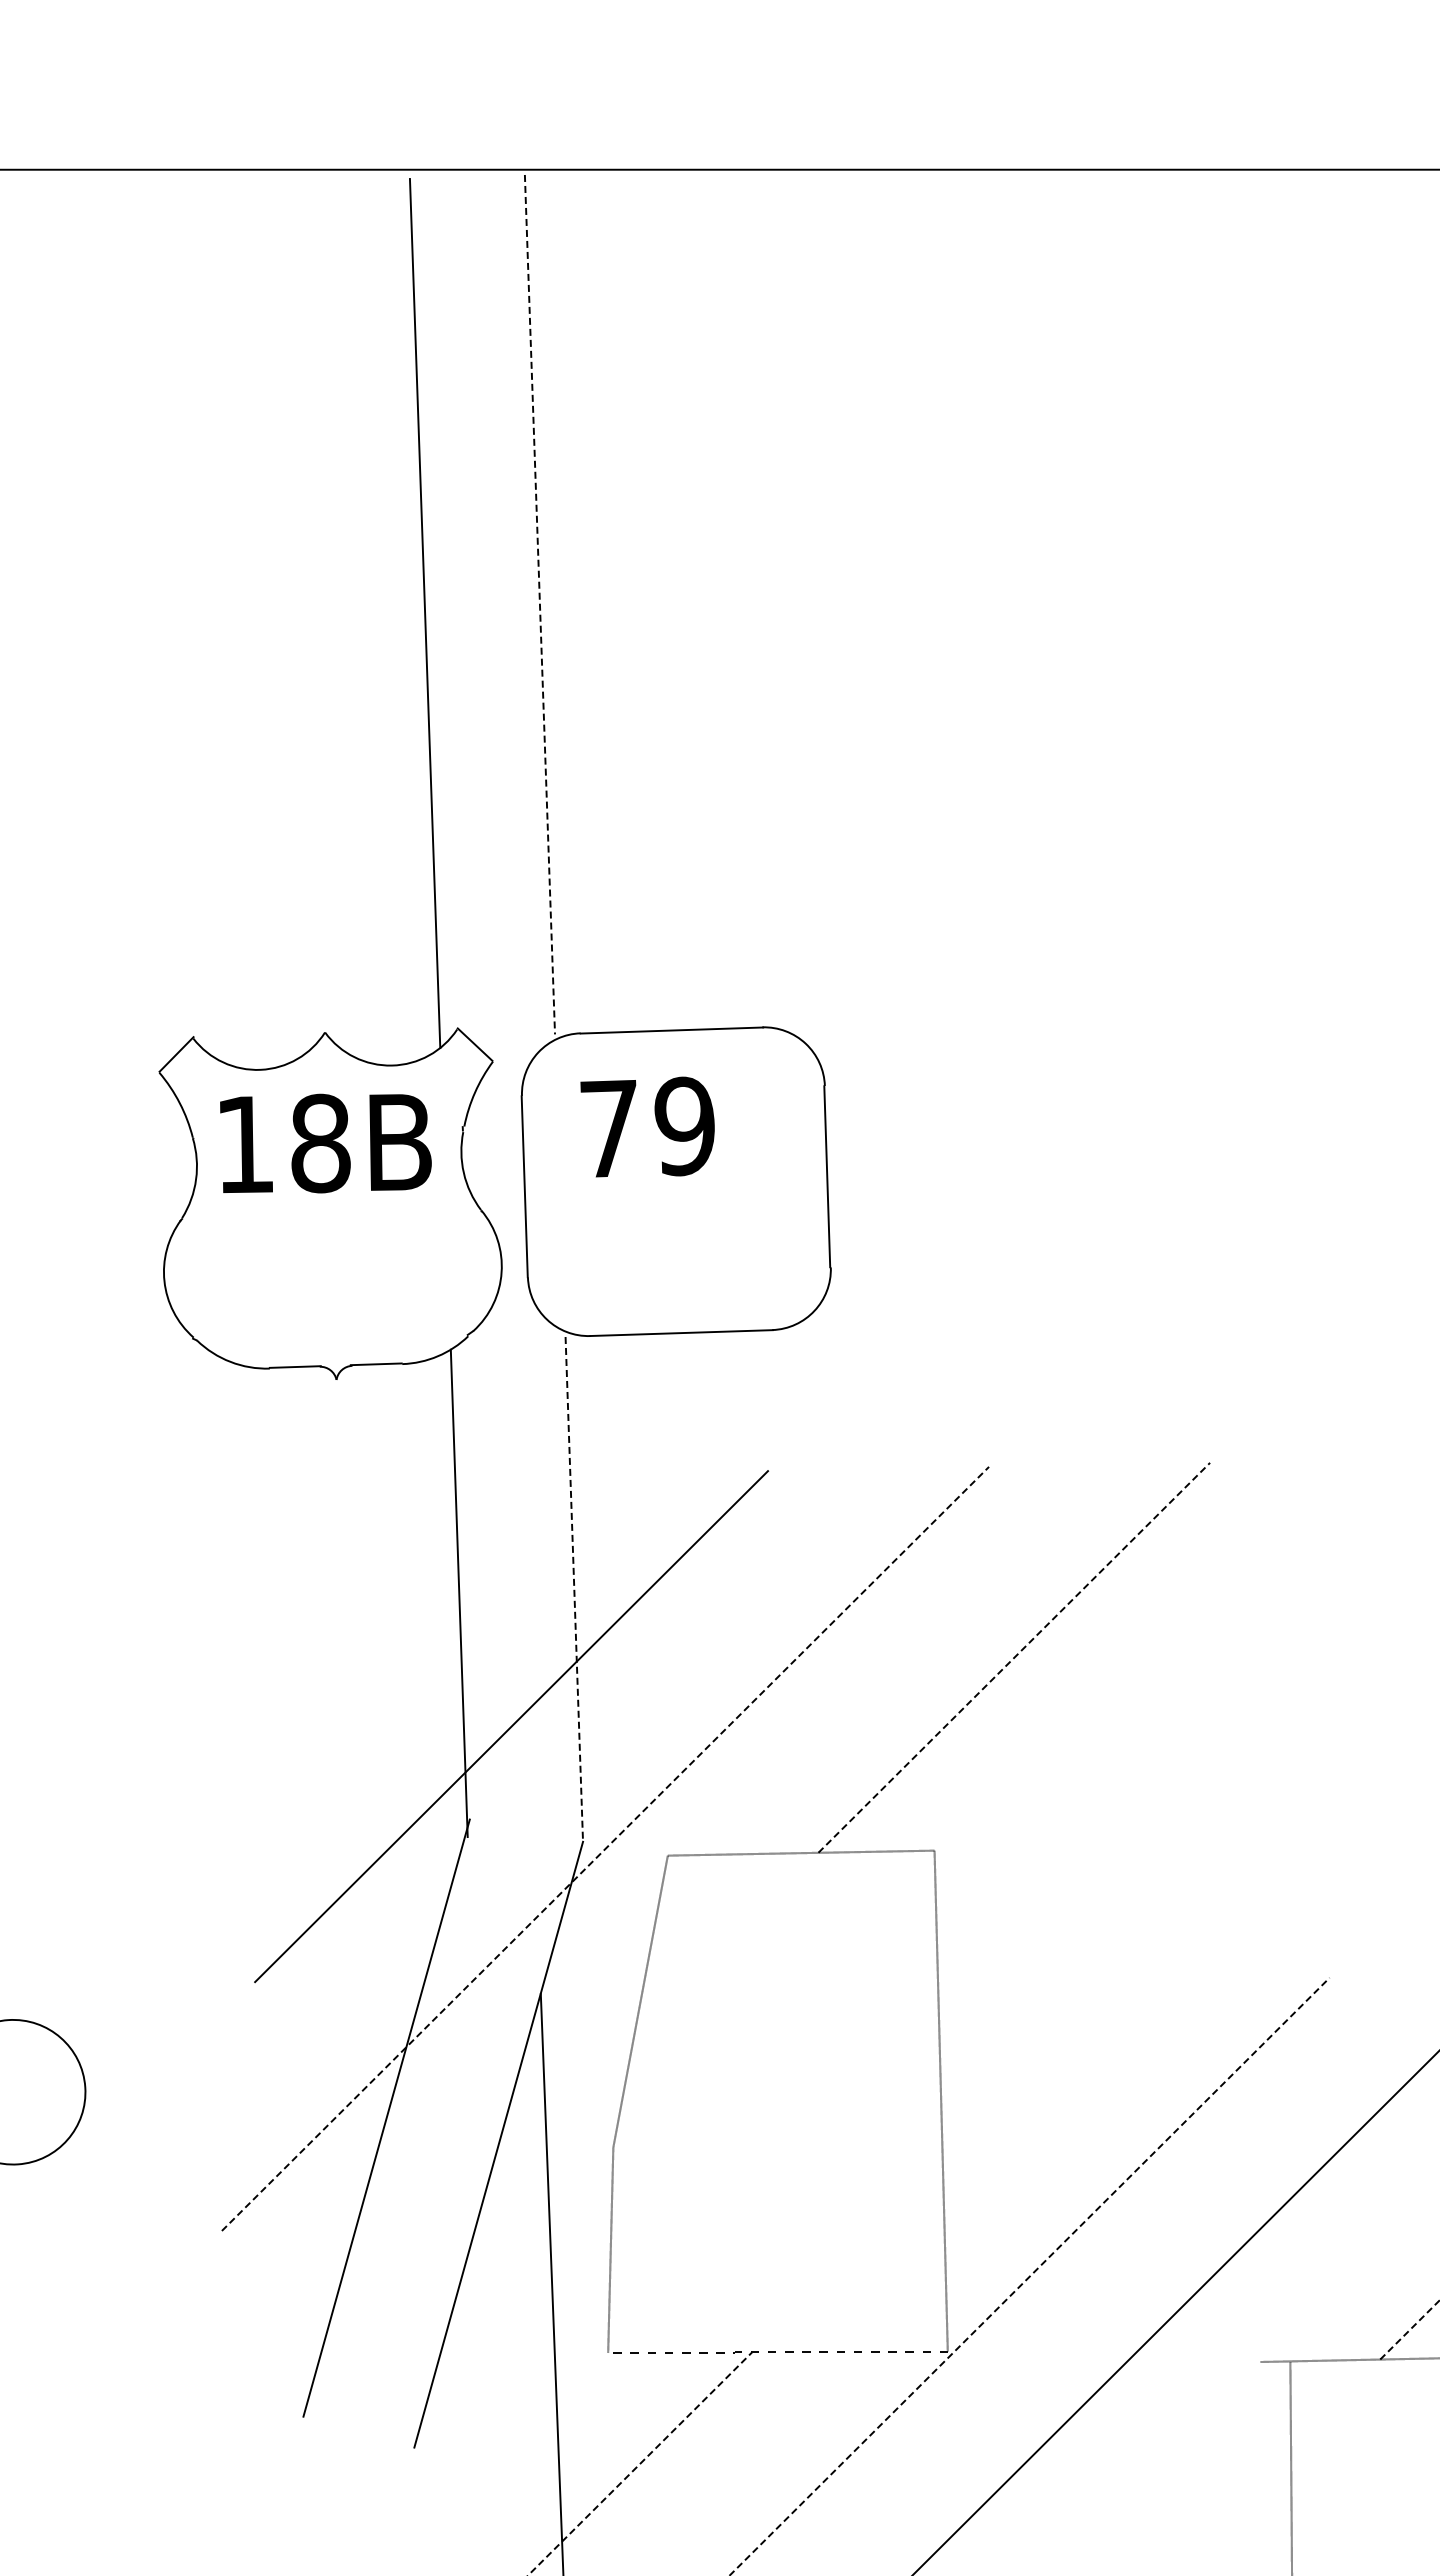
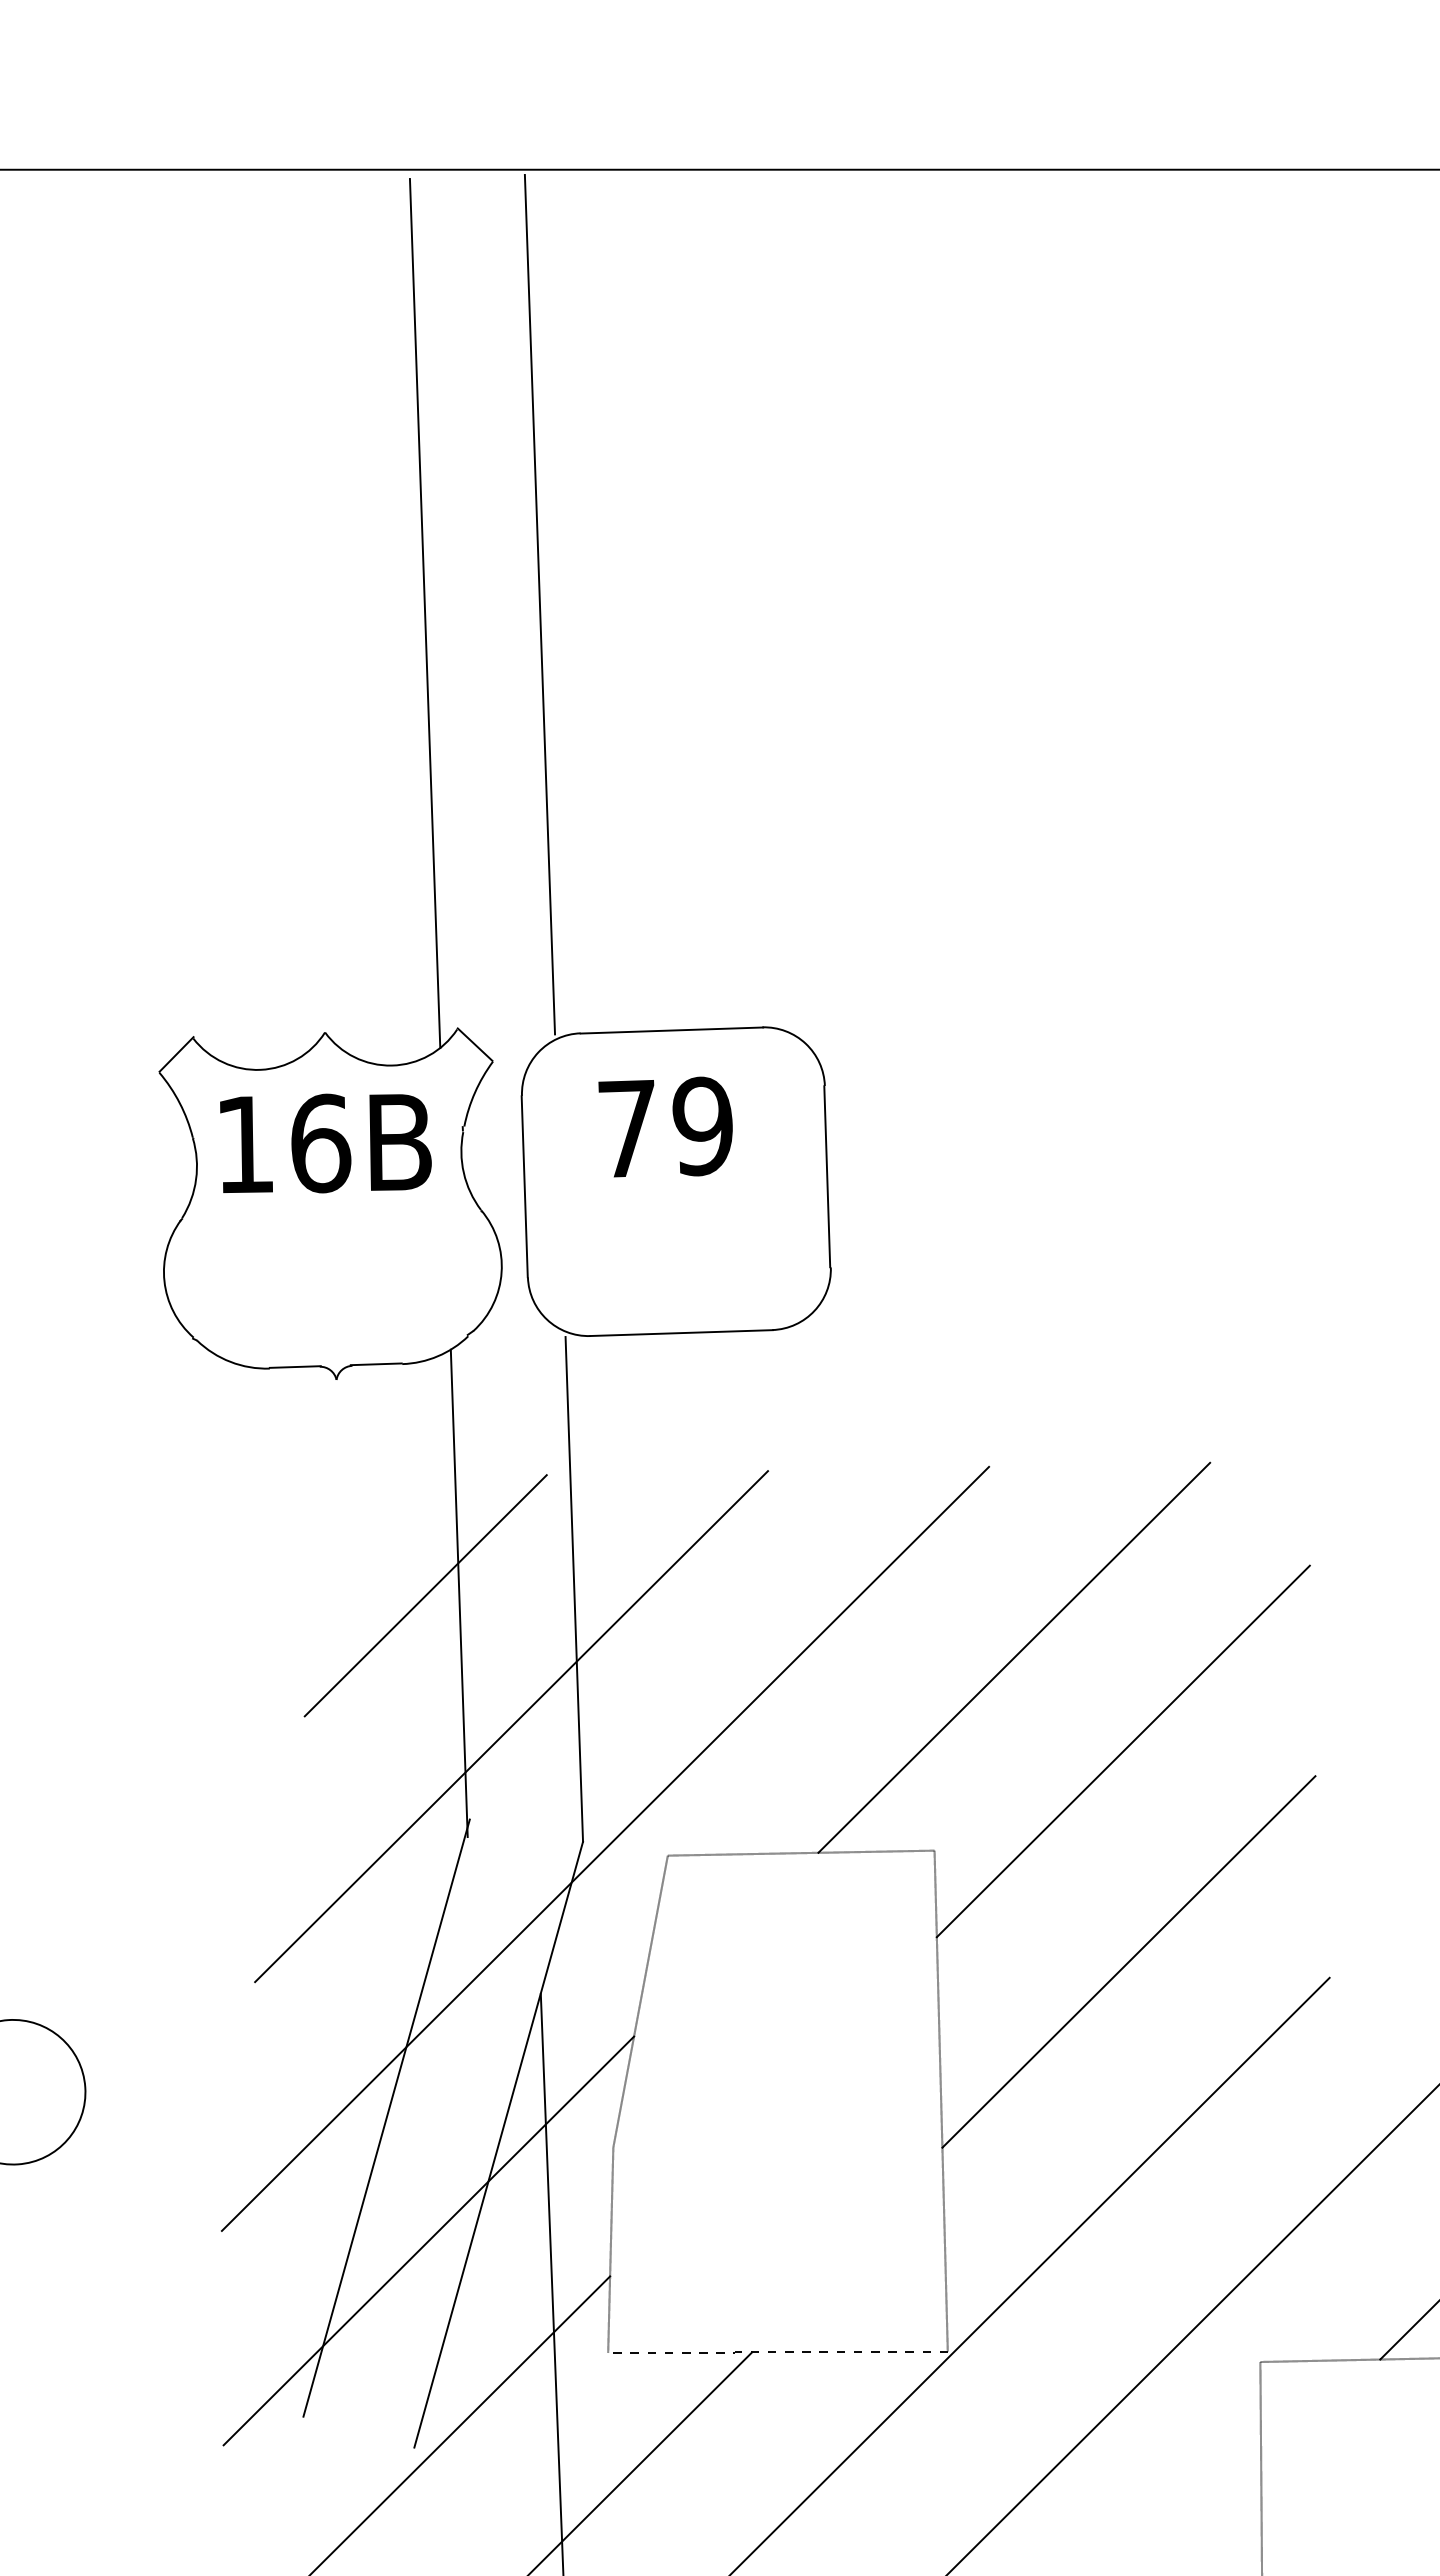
line at (539, 604): dashed -> solid
text at (647, 1126) position: (647, 1126) -> (665, 1126)
text at (321, 1143): 18B -> 16B
line at (574, 1589): dashed -> solid
line at (425, 1595): none -> present
line at (1014, 1657): dashed -> solid
line at (1122, 1751): none -> present
line at (605, 1848): dashed -> solid
line at (1128, 1961): none -> present
line at (428, 2240): none -> present
line at (1029, 2276): dashed -> solid
line at (1175, 2312) position: (1175, 2312) -> (1192, 2329)
line at (1410, 2329): dashed -> solid
line at (461, 2424): none -> present
line at (640, 2463): dashed -> solid
line at (1291, 2467) position: (1291, 2467) -> (1261, 2467)
